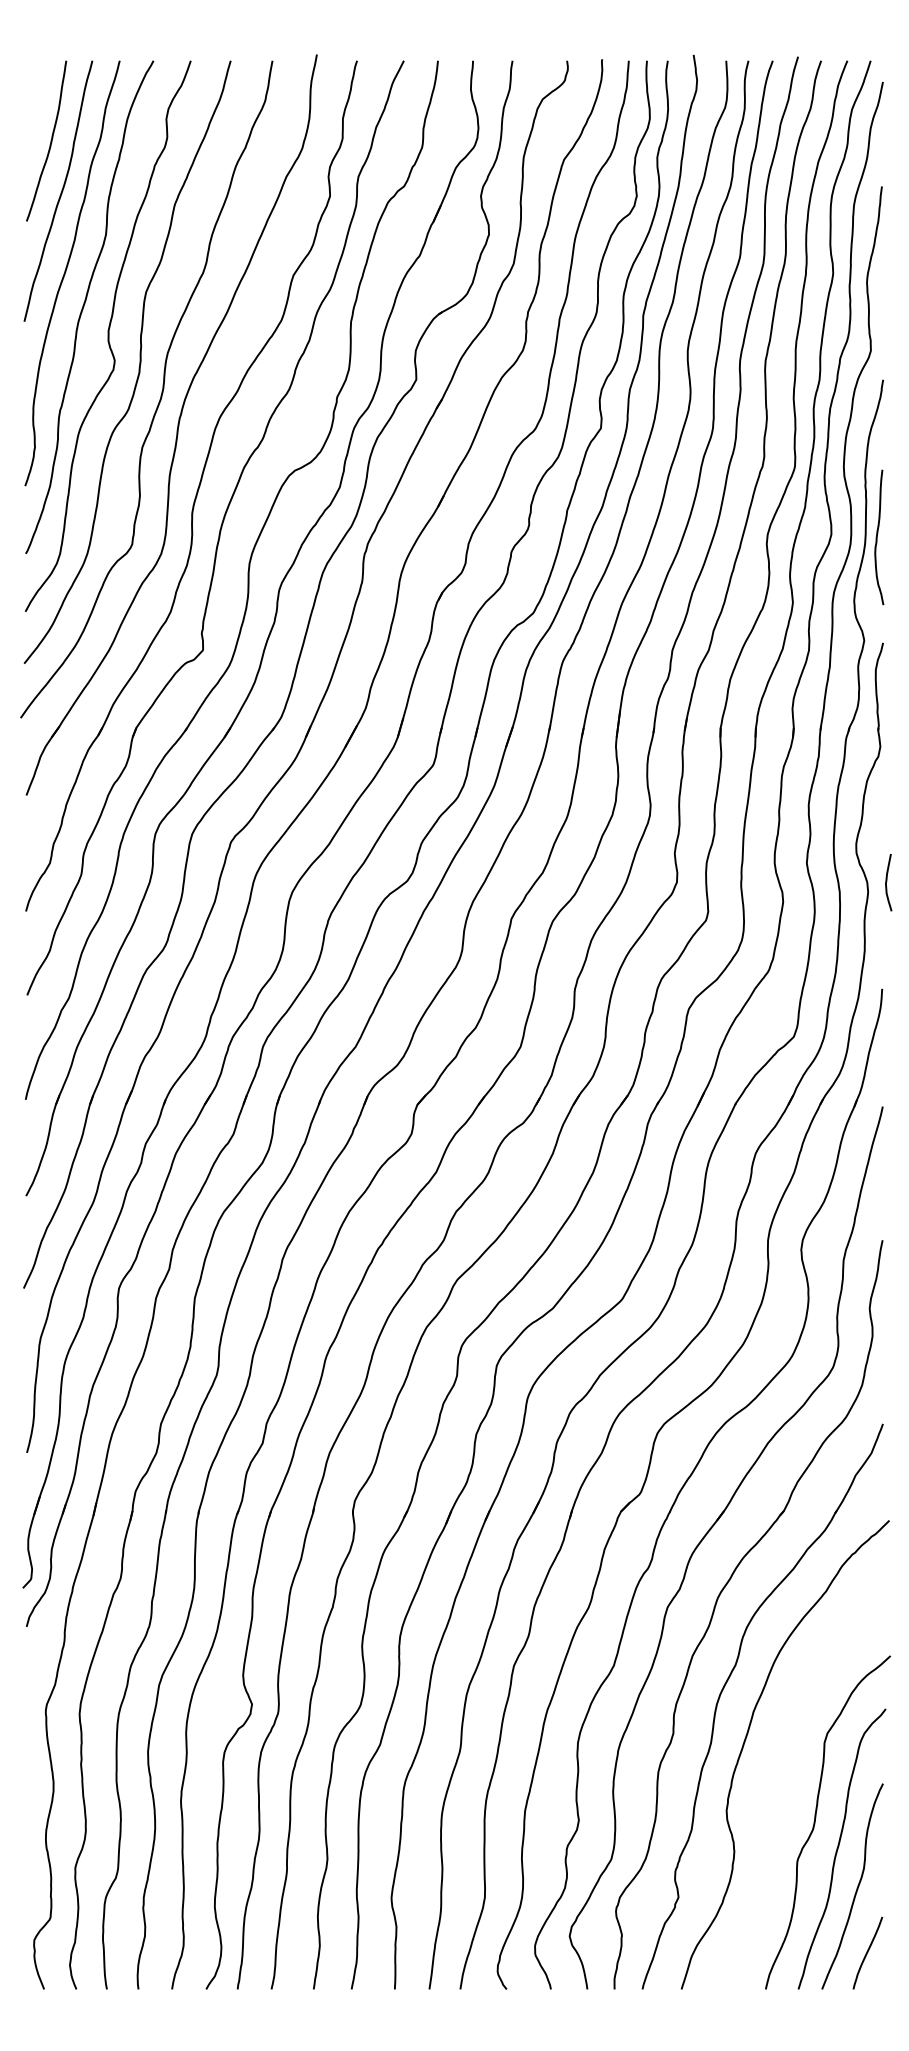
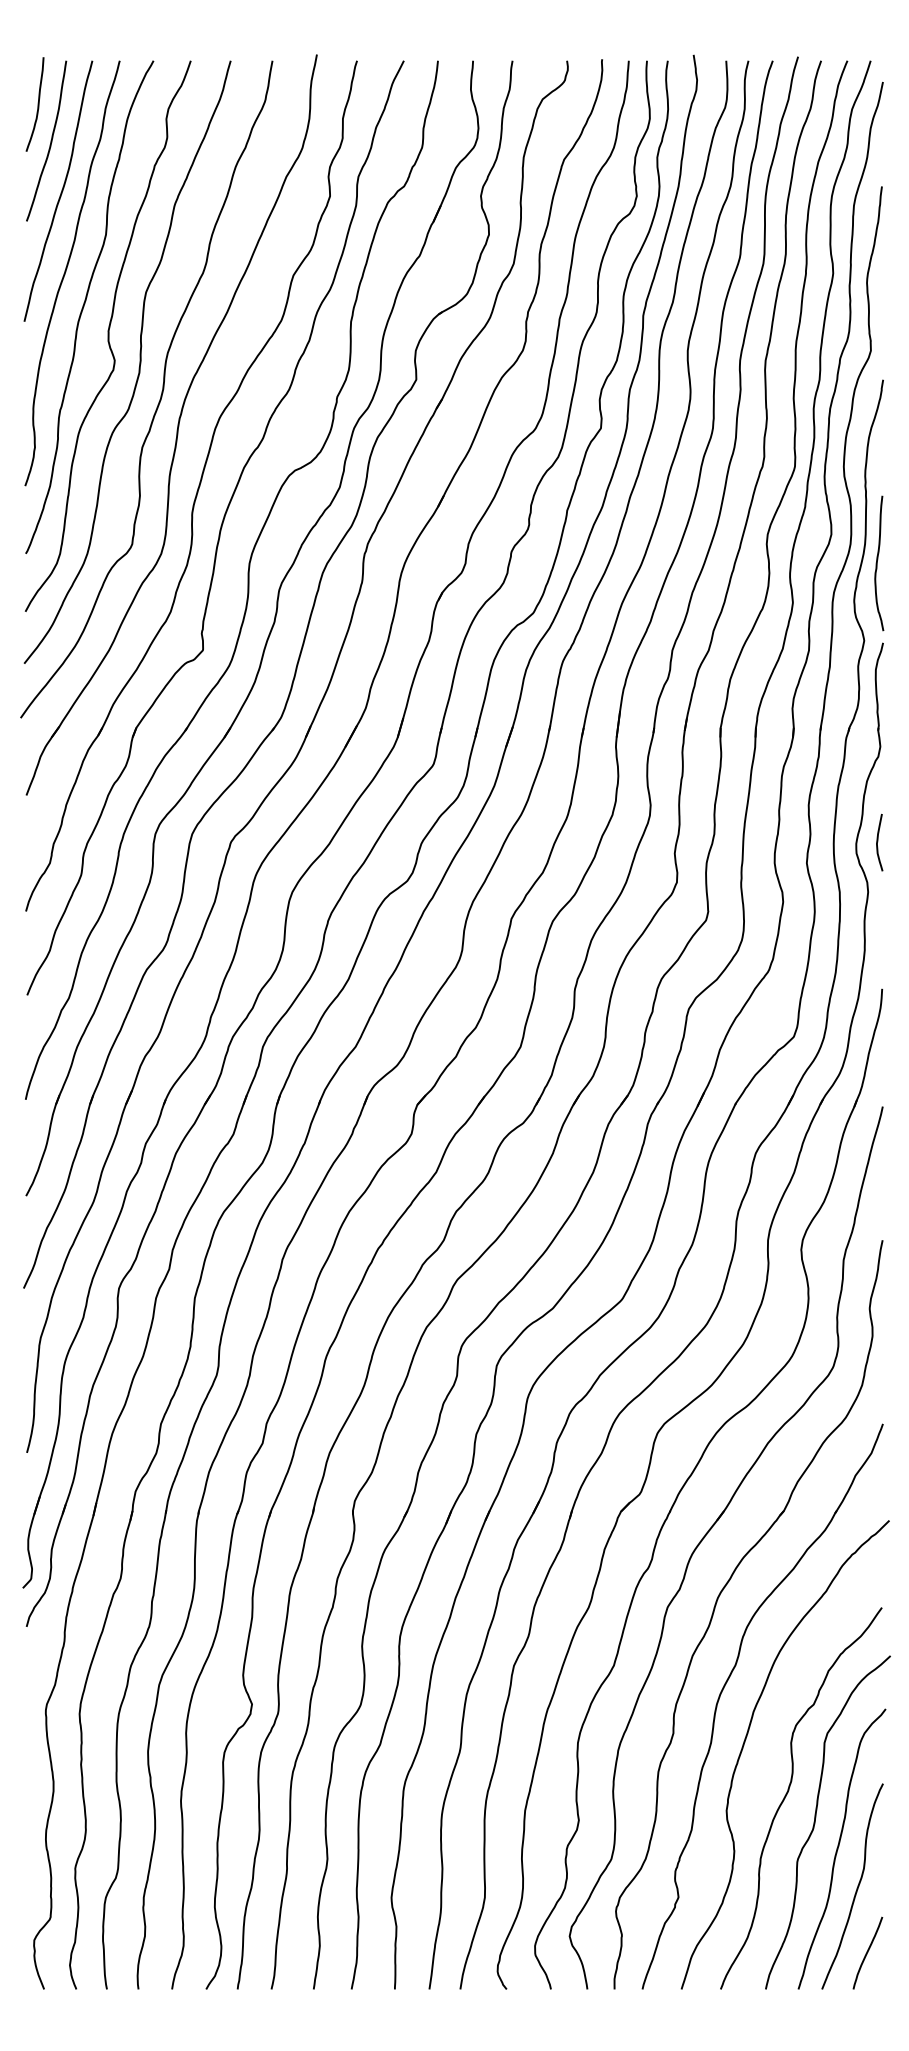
curve at (37, 104): none -> present
curve at (877, 537) position: (877, 537) -> (877, 563)
curve at (887, 881) position: (887, 881) -> (878, 841)
curve at (788, 1792): none -> present
